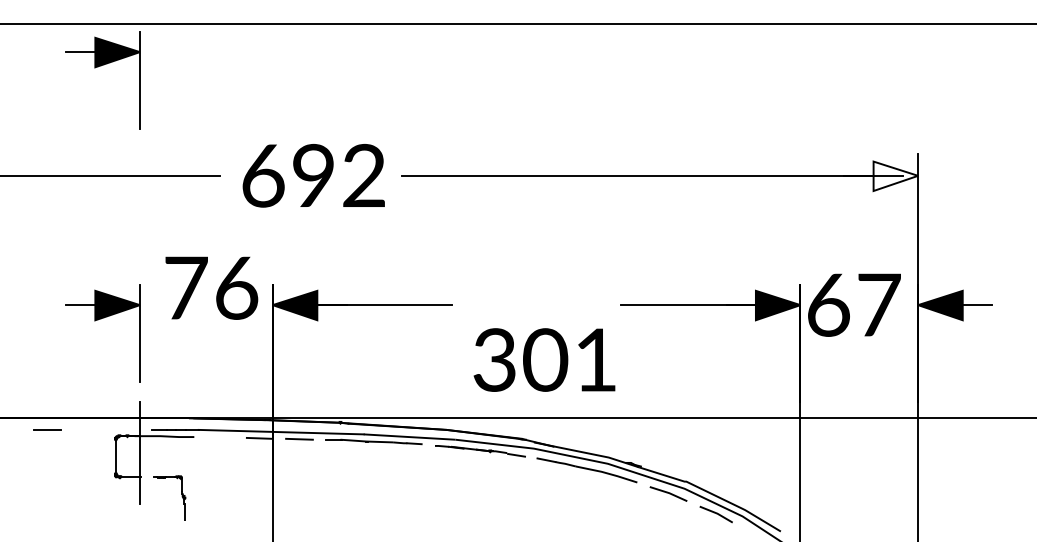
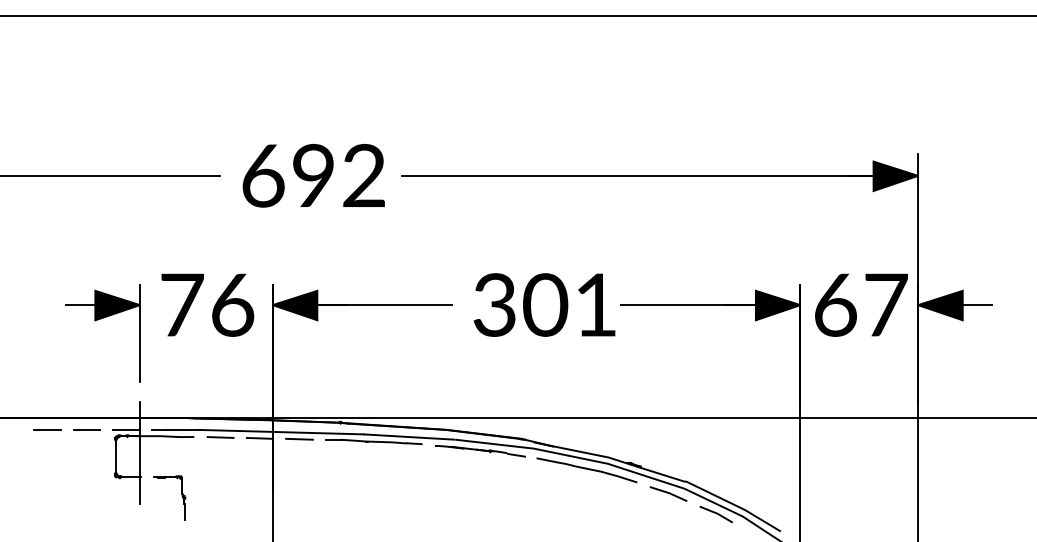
line at (517, 24) position: (517, 24) -> (517, 16)
part at (98, 67): present -> none
fill at (895, 176): none -> present
text at (211, 287) position: (211, 287) -> (207, 304)
text at (854, 304) position: (854, 304) -> (861, 304)
text at (544, 359) position: (544, 359) -> (544, 304)
line at (86, 429): none -> present
line at (126, 429): none -> present
line at (220, 437): none -> present
